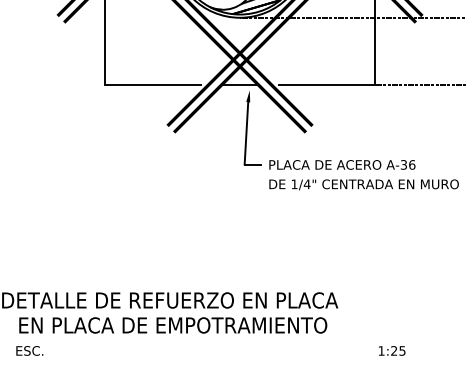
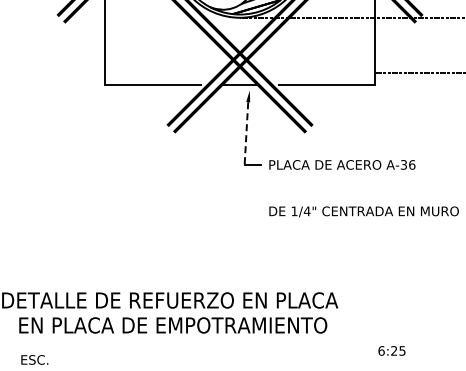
line at (418, 84) position: (418, 84) -> (418, 72)
line at (246, 133): solid -> dashed
text at (363, 184) position: (363, 184) -> (363, 211)
text at (29, 350) position: (29, 350) -> (34, 359)
text at (381, 350): 1:25 -> 6:25
